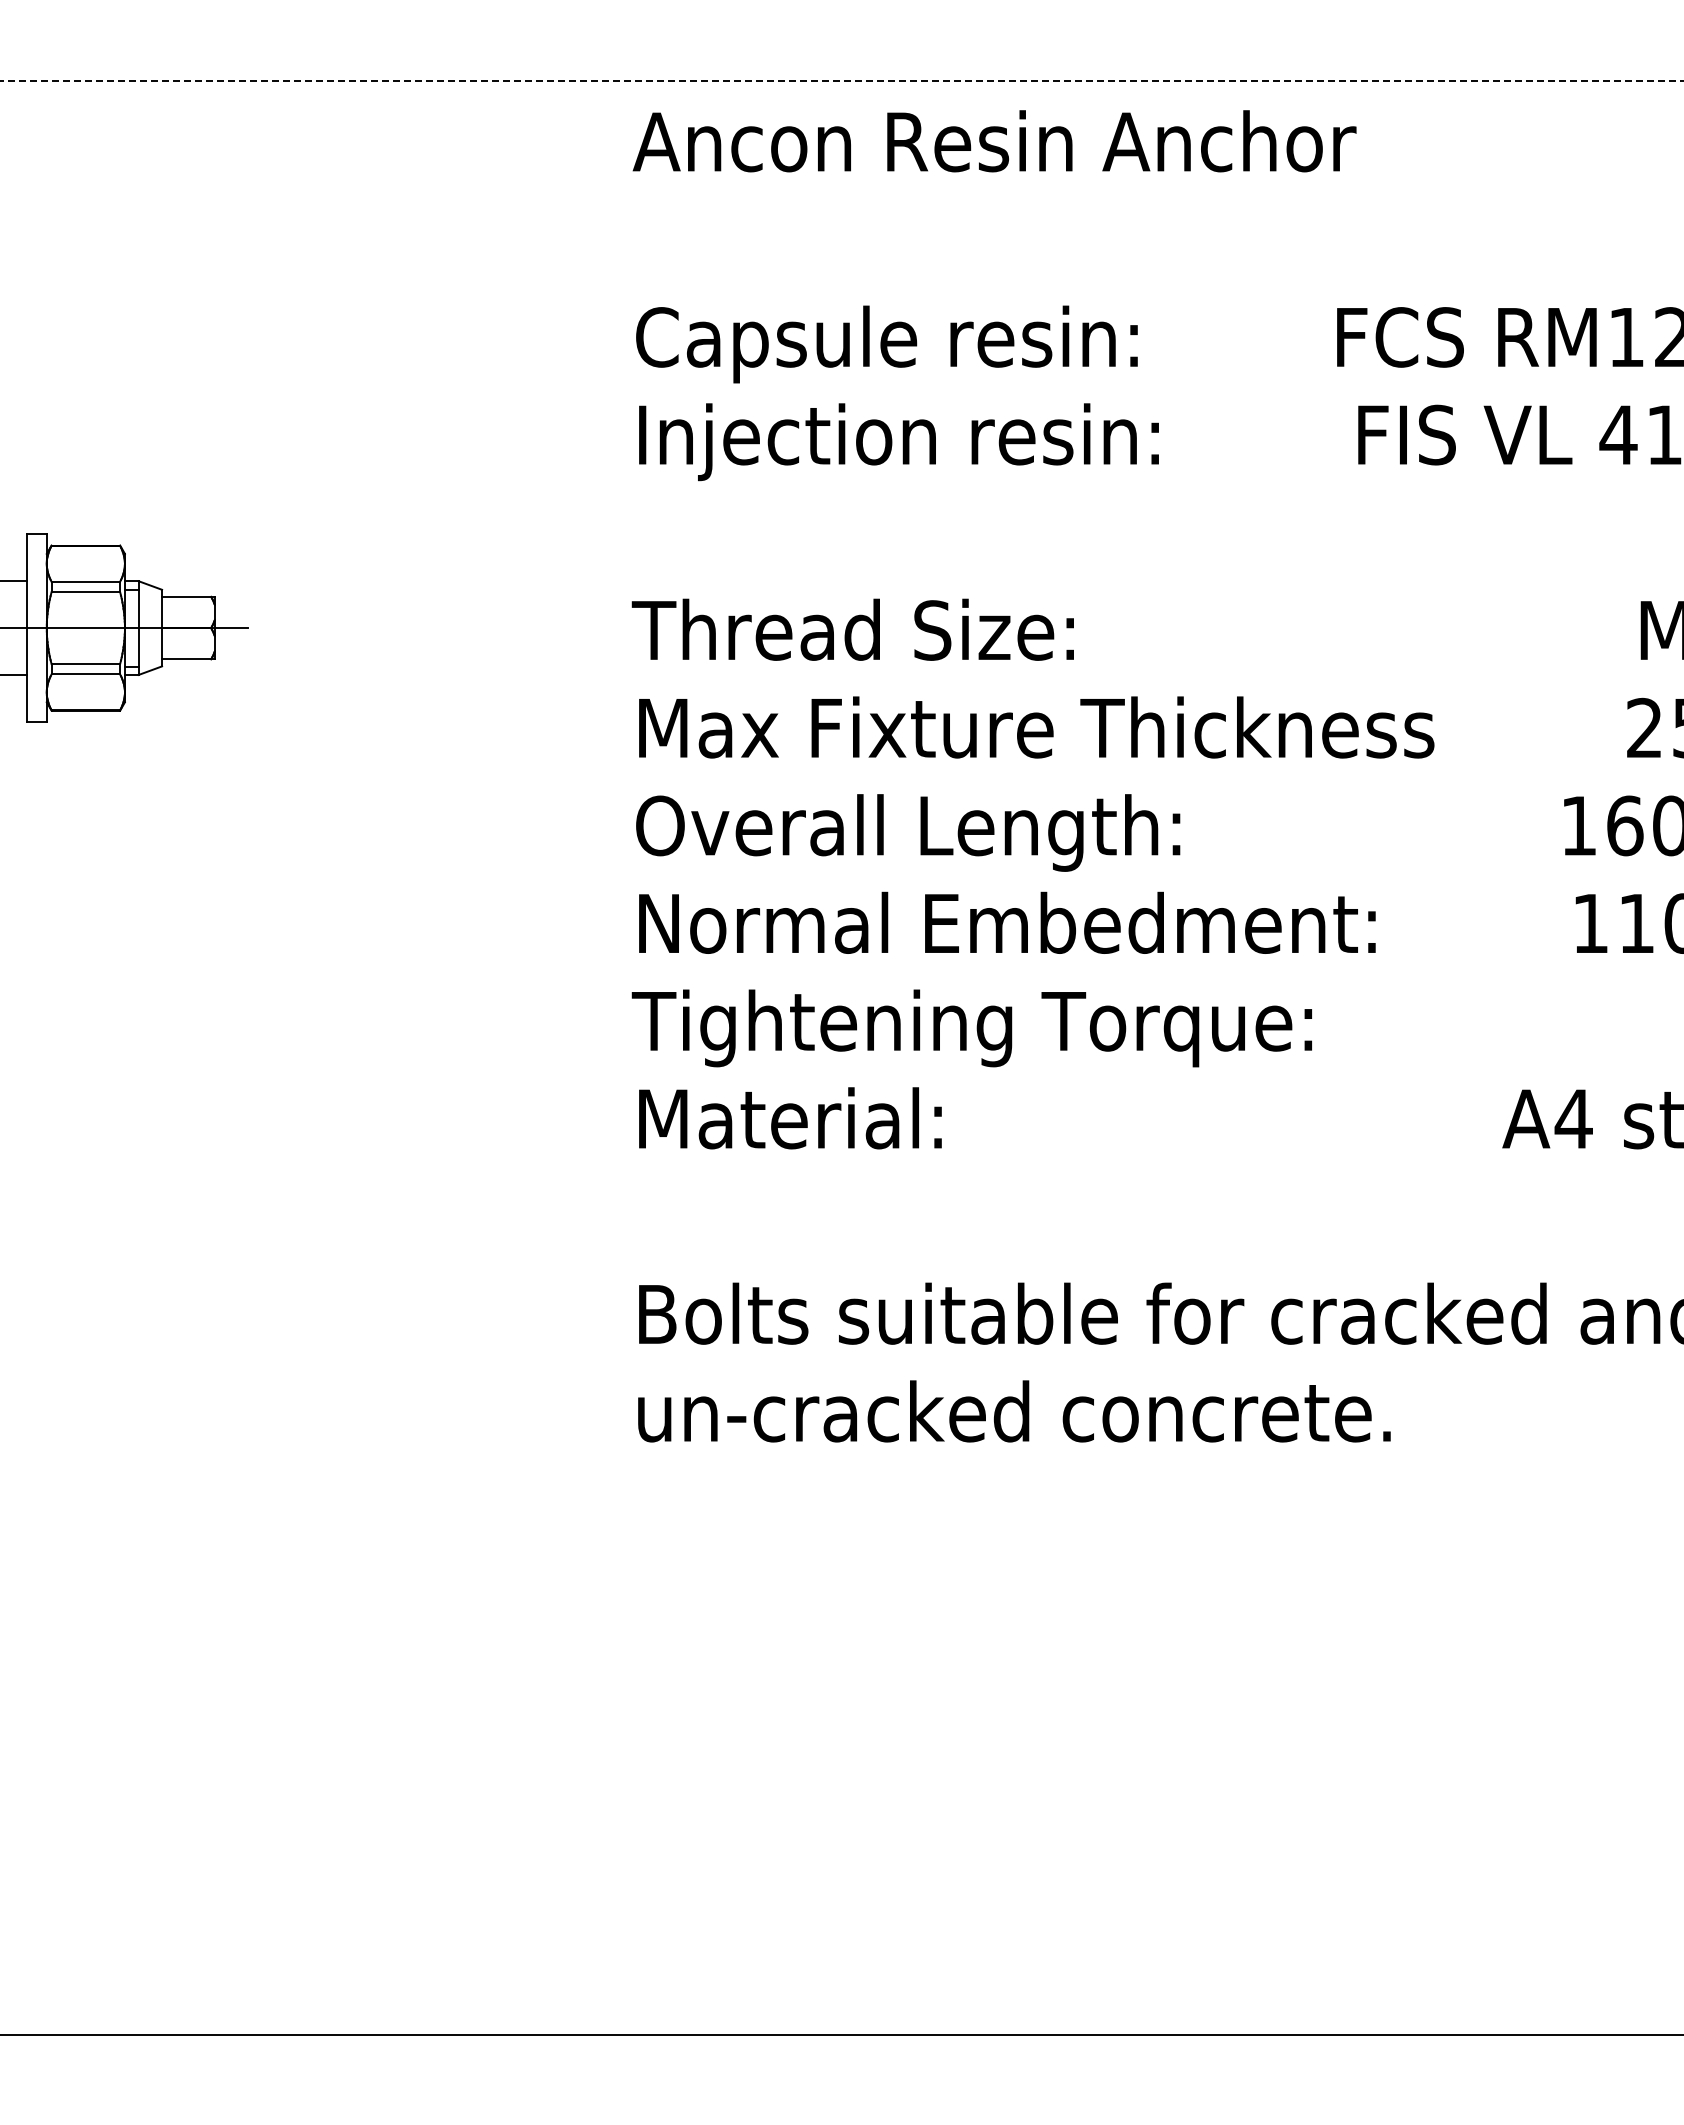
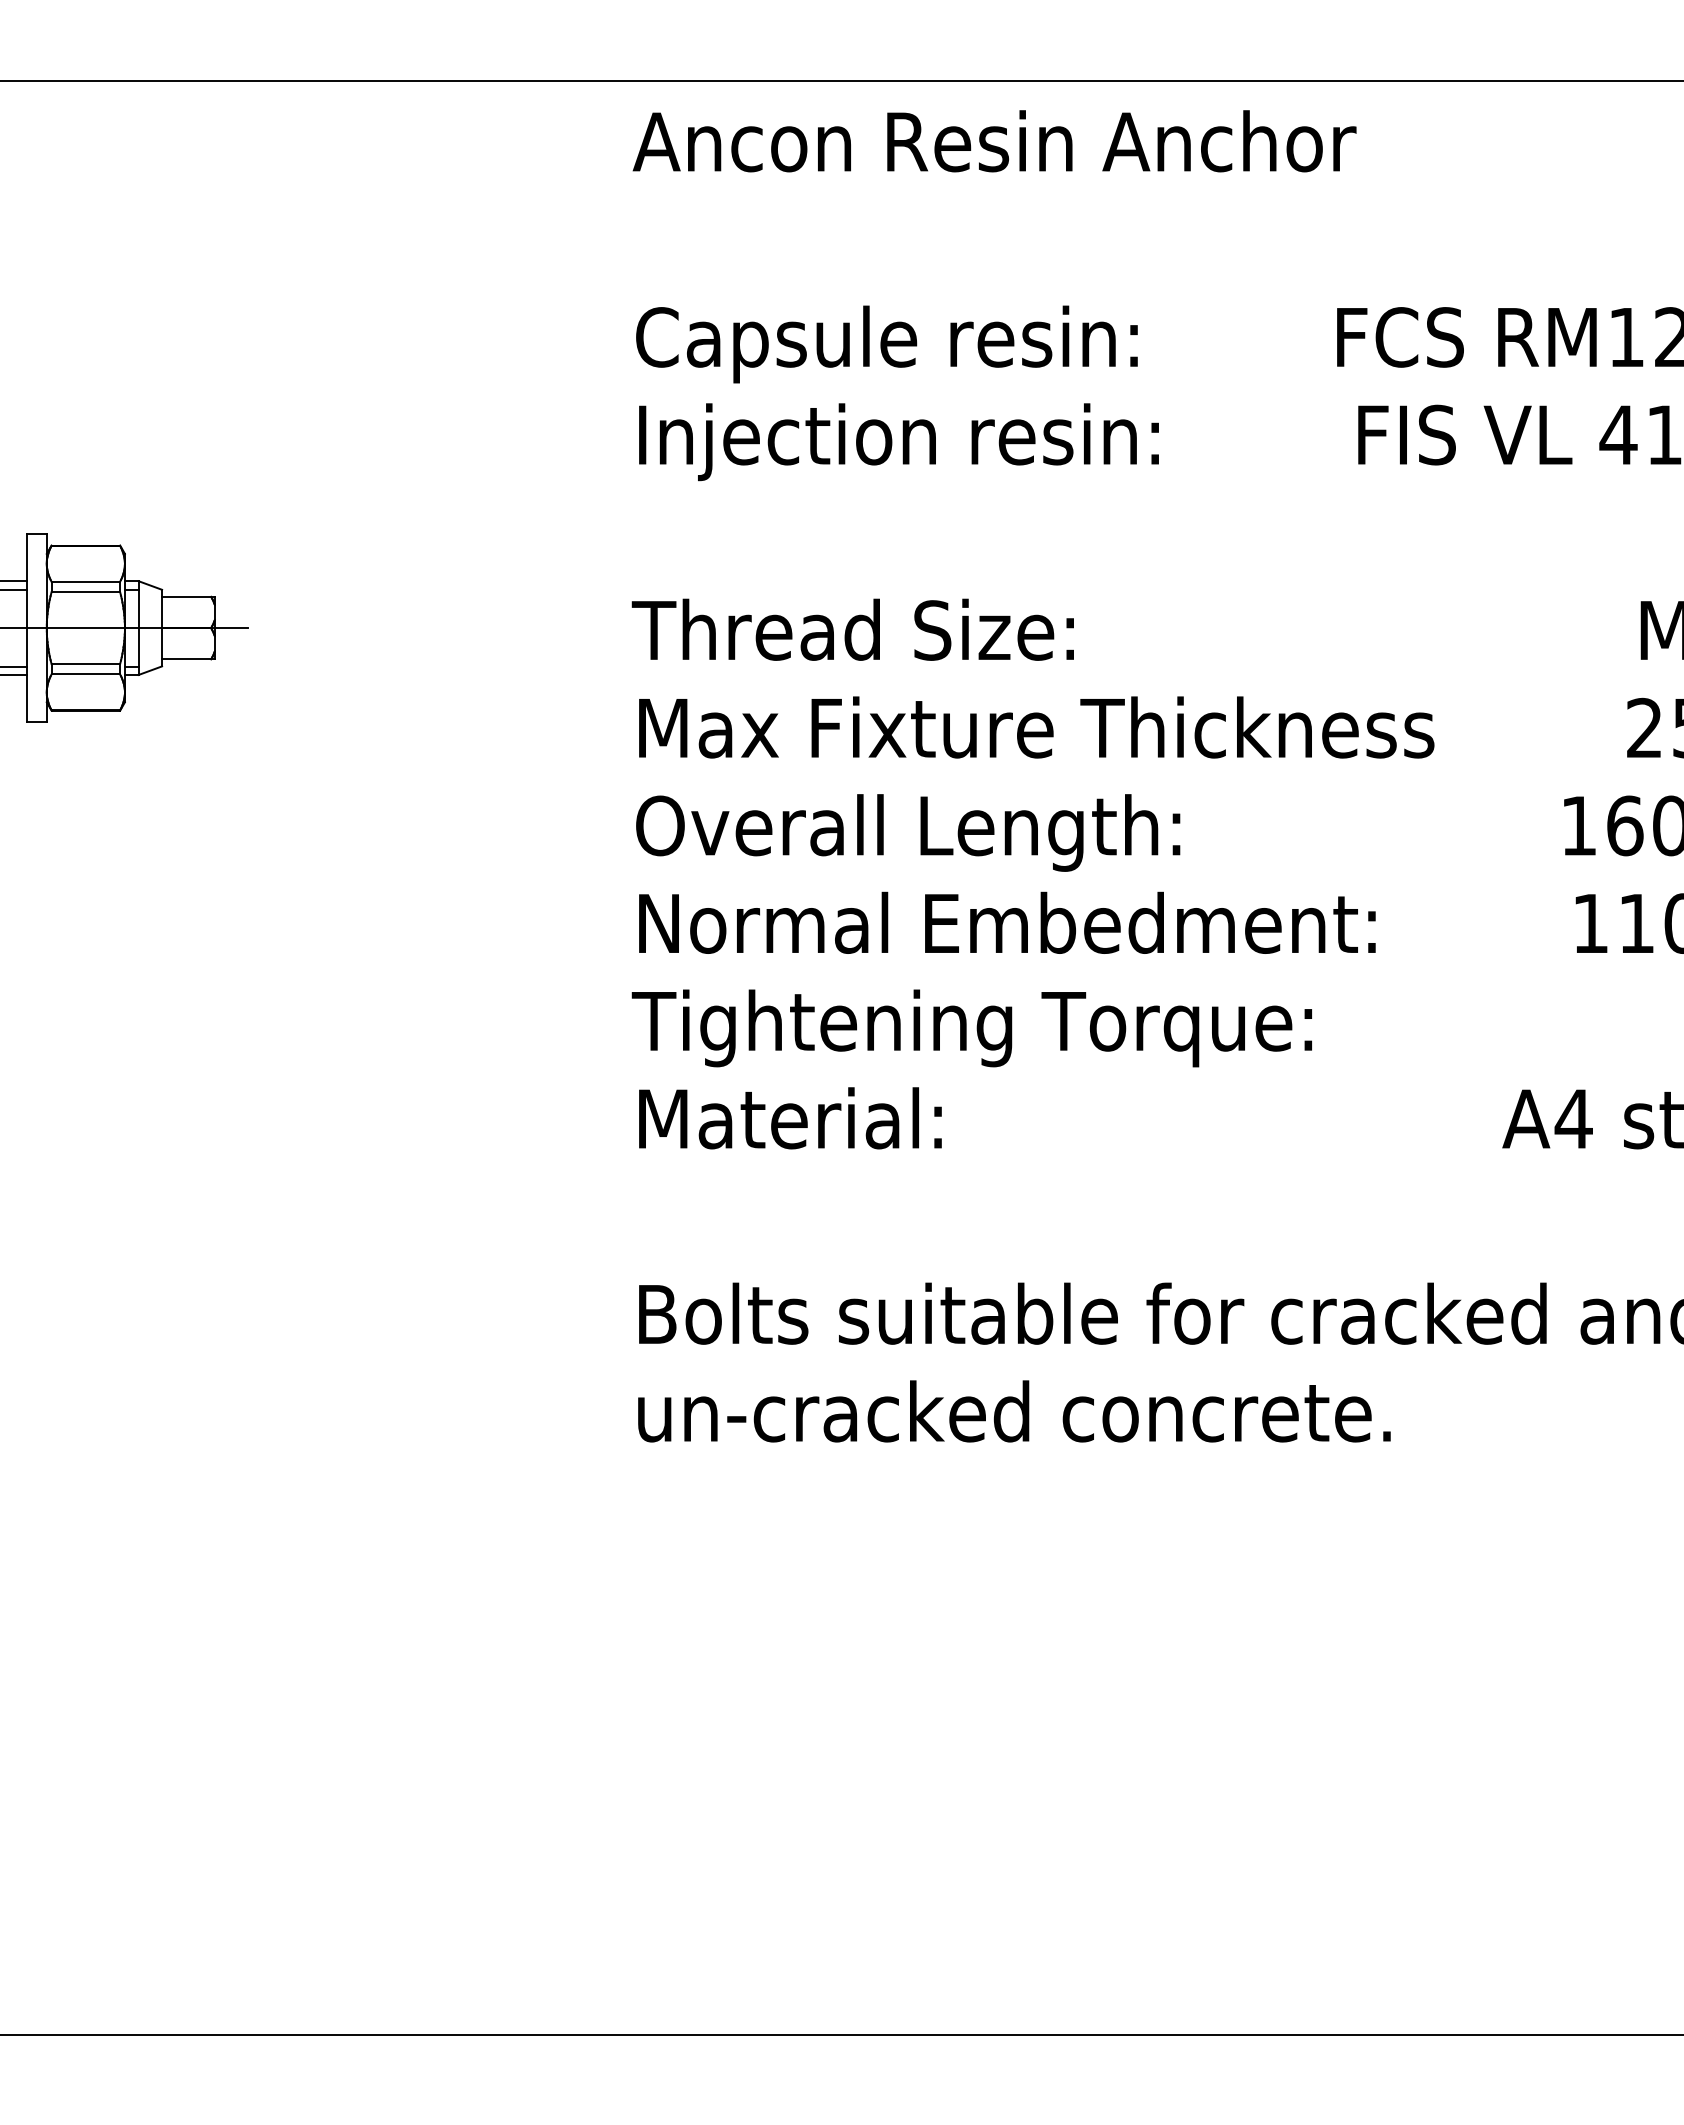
line at (841, 80): dashed -> solid
line at (14, 589): none -> present
line at (14, 666): none -> present
